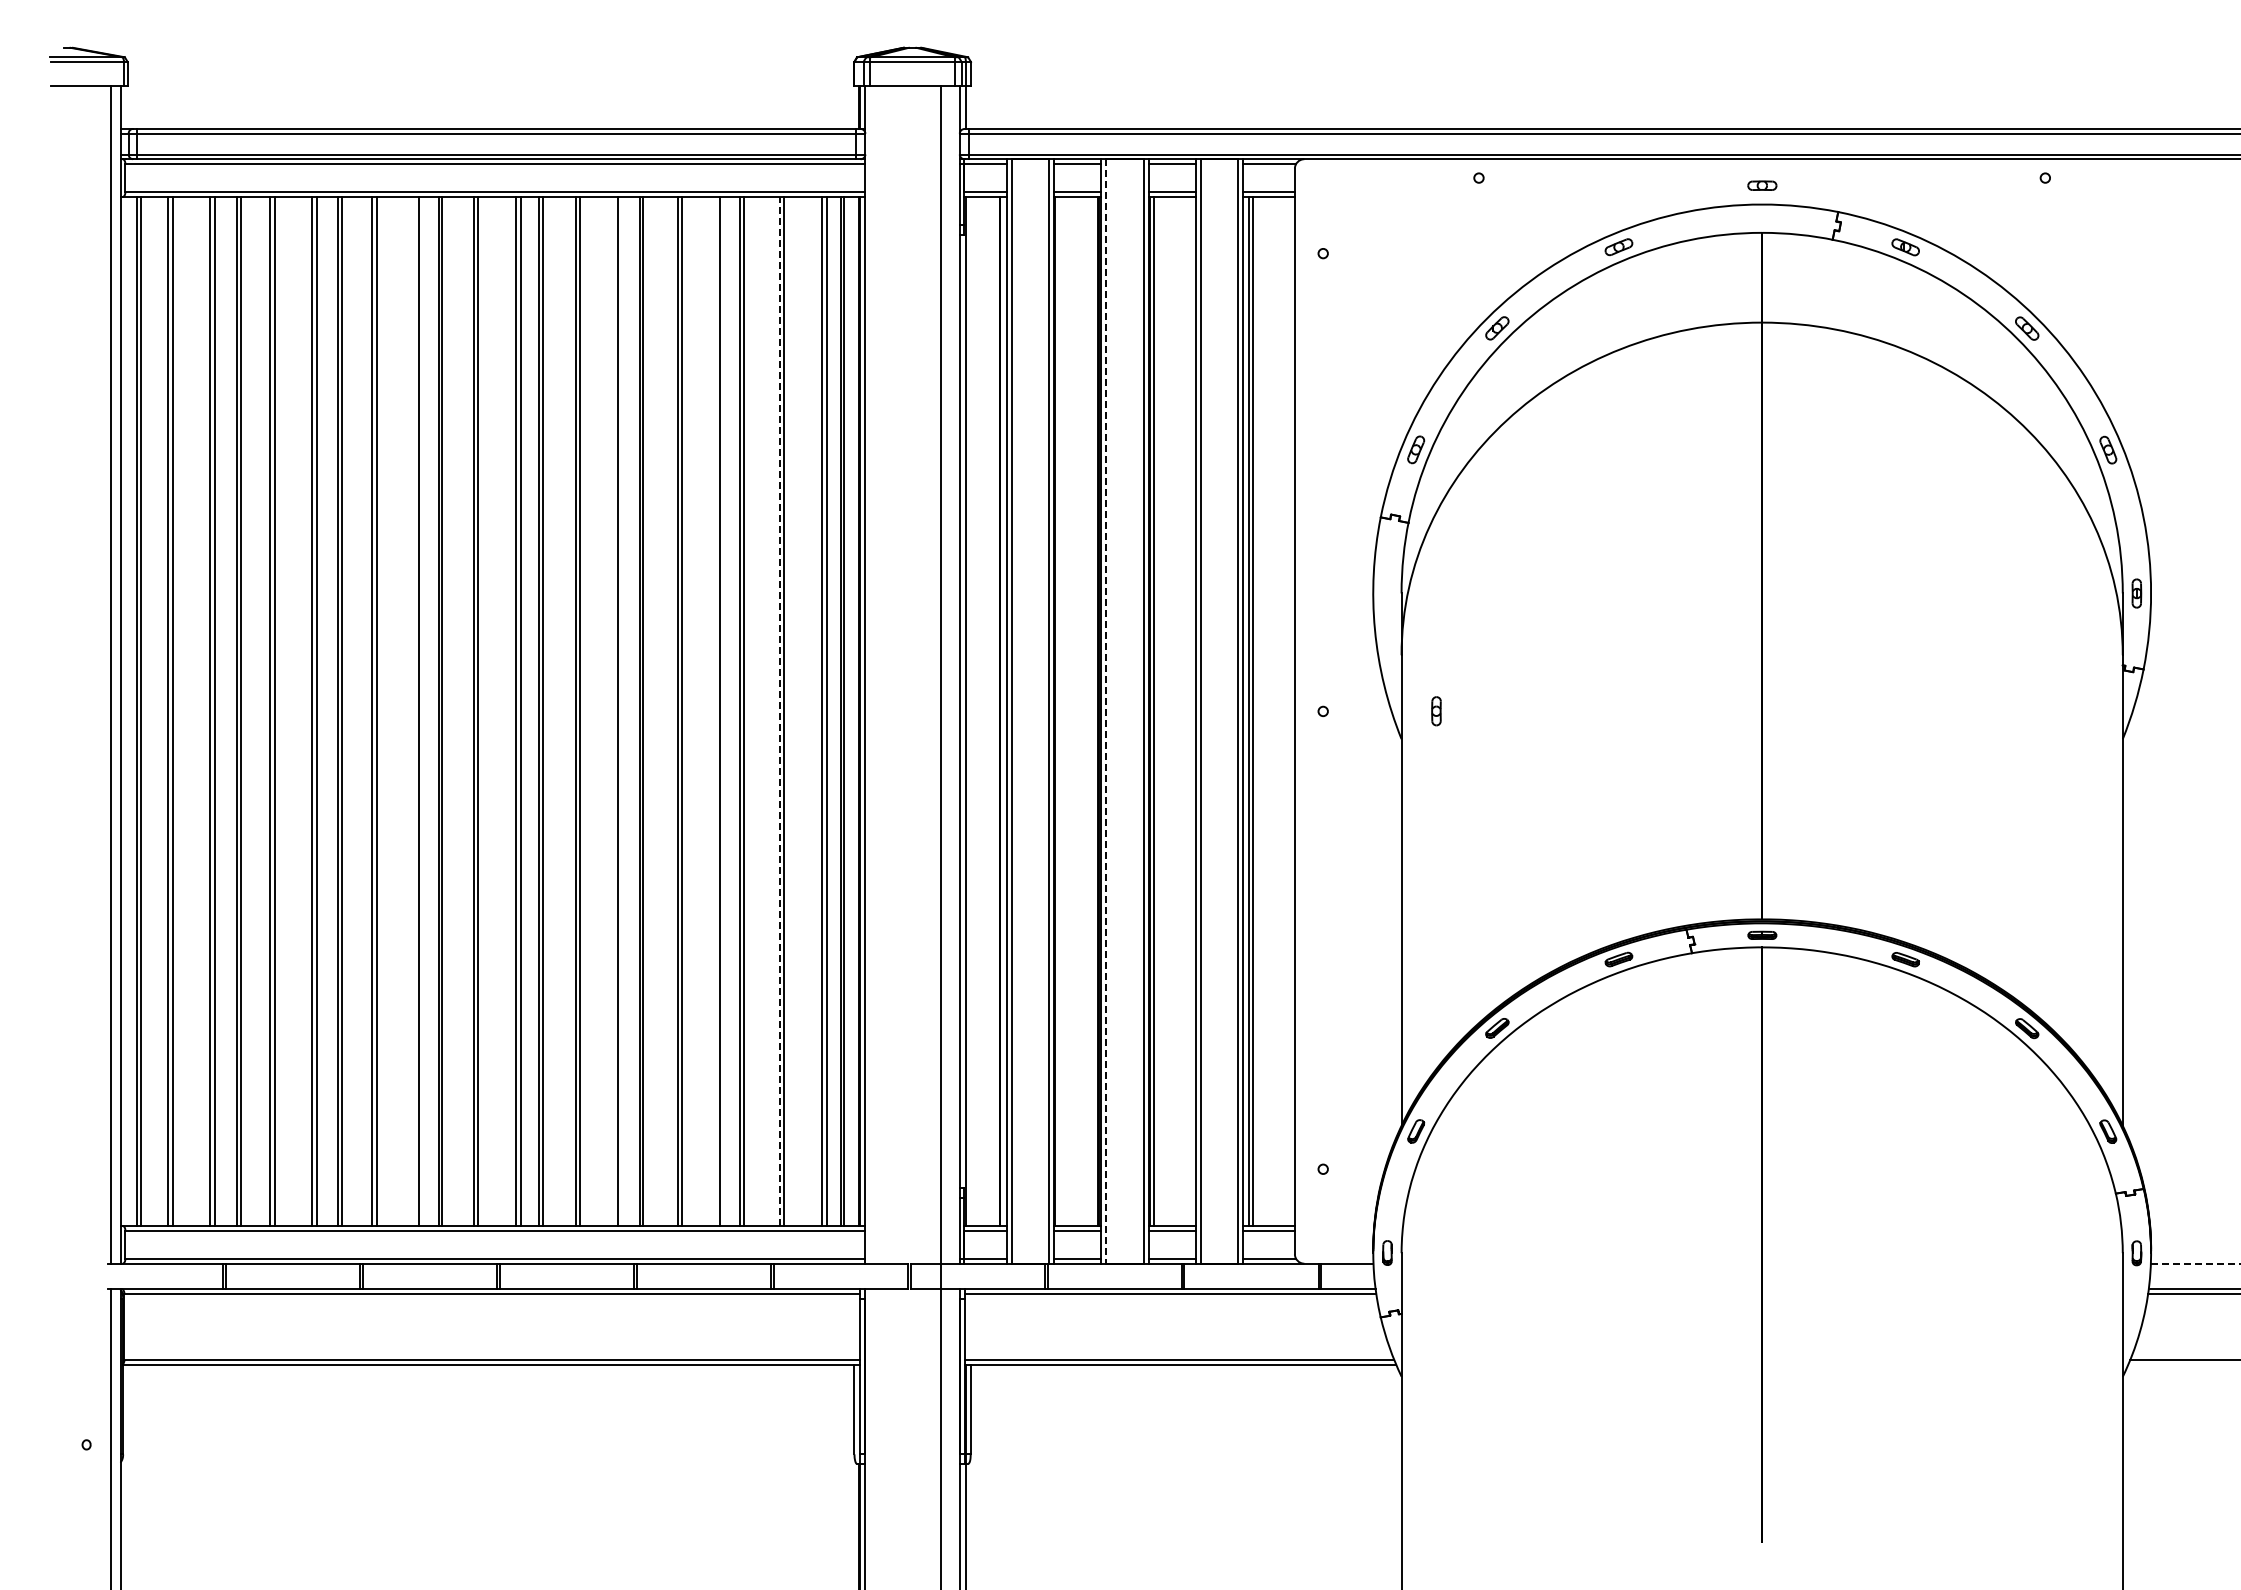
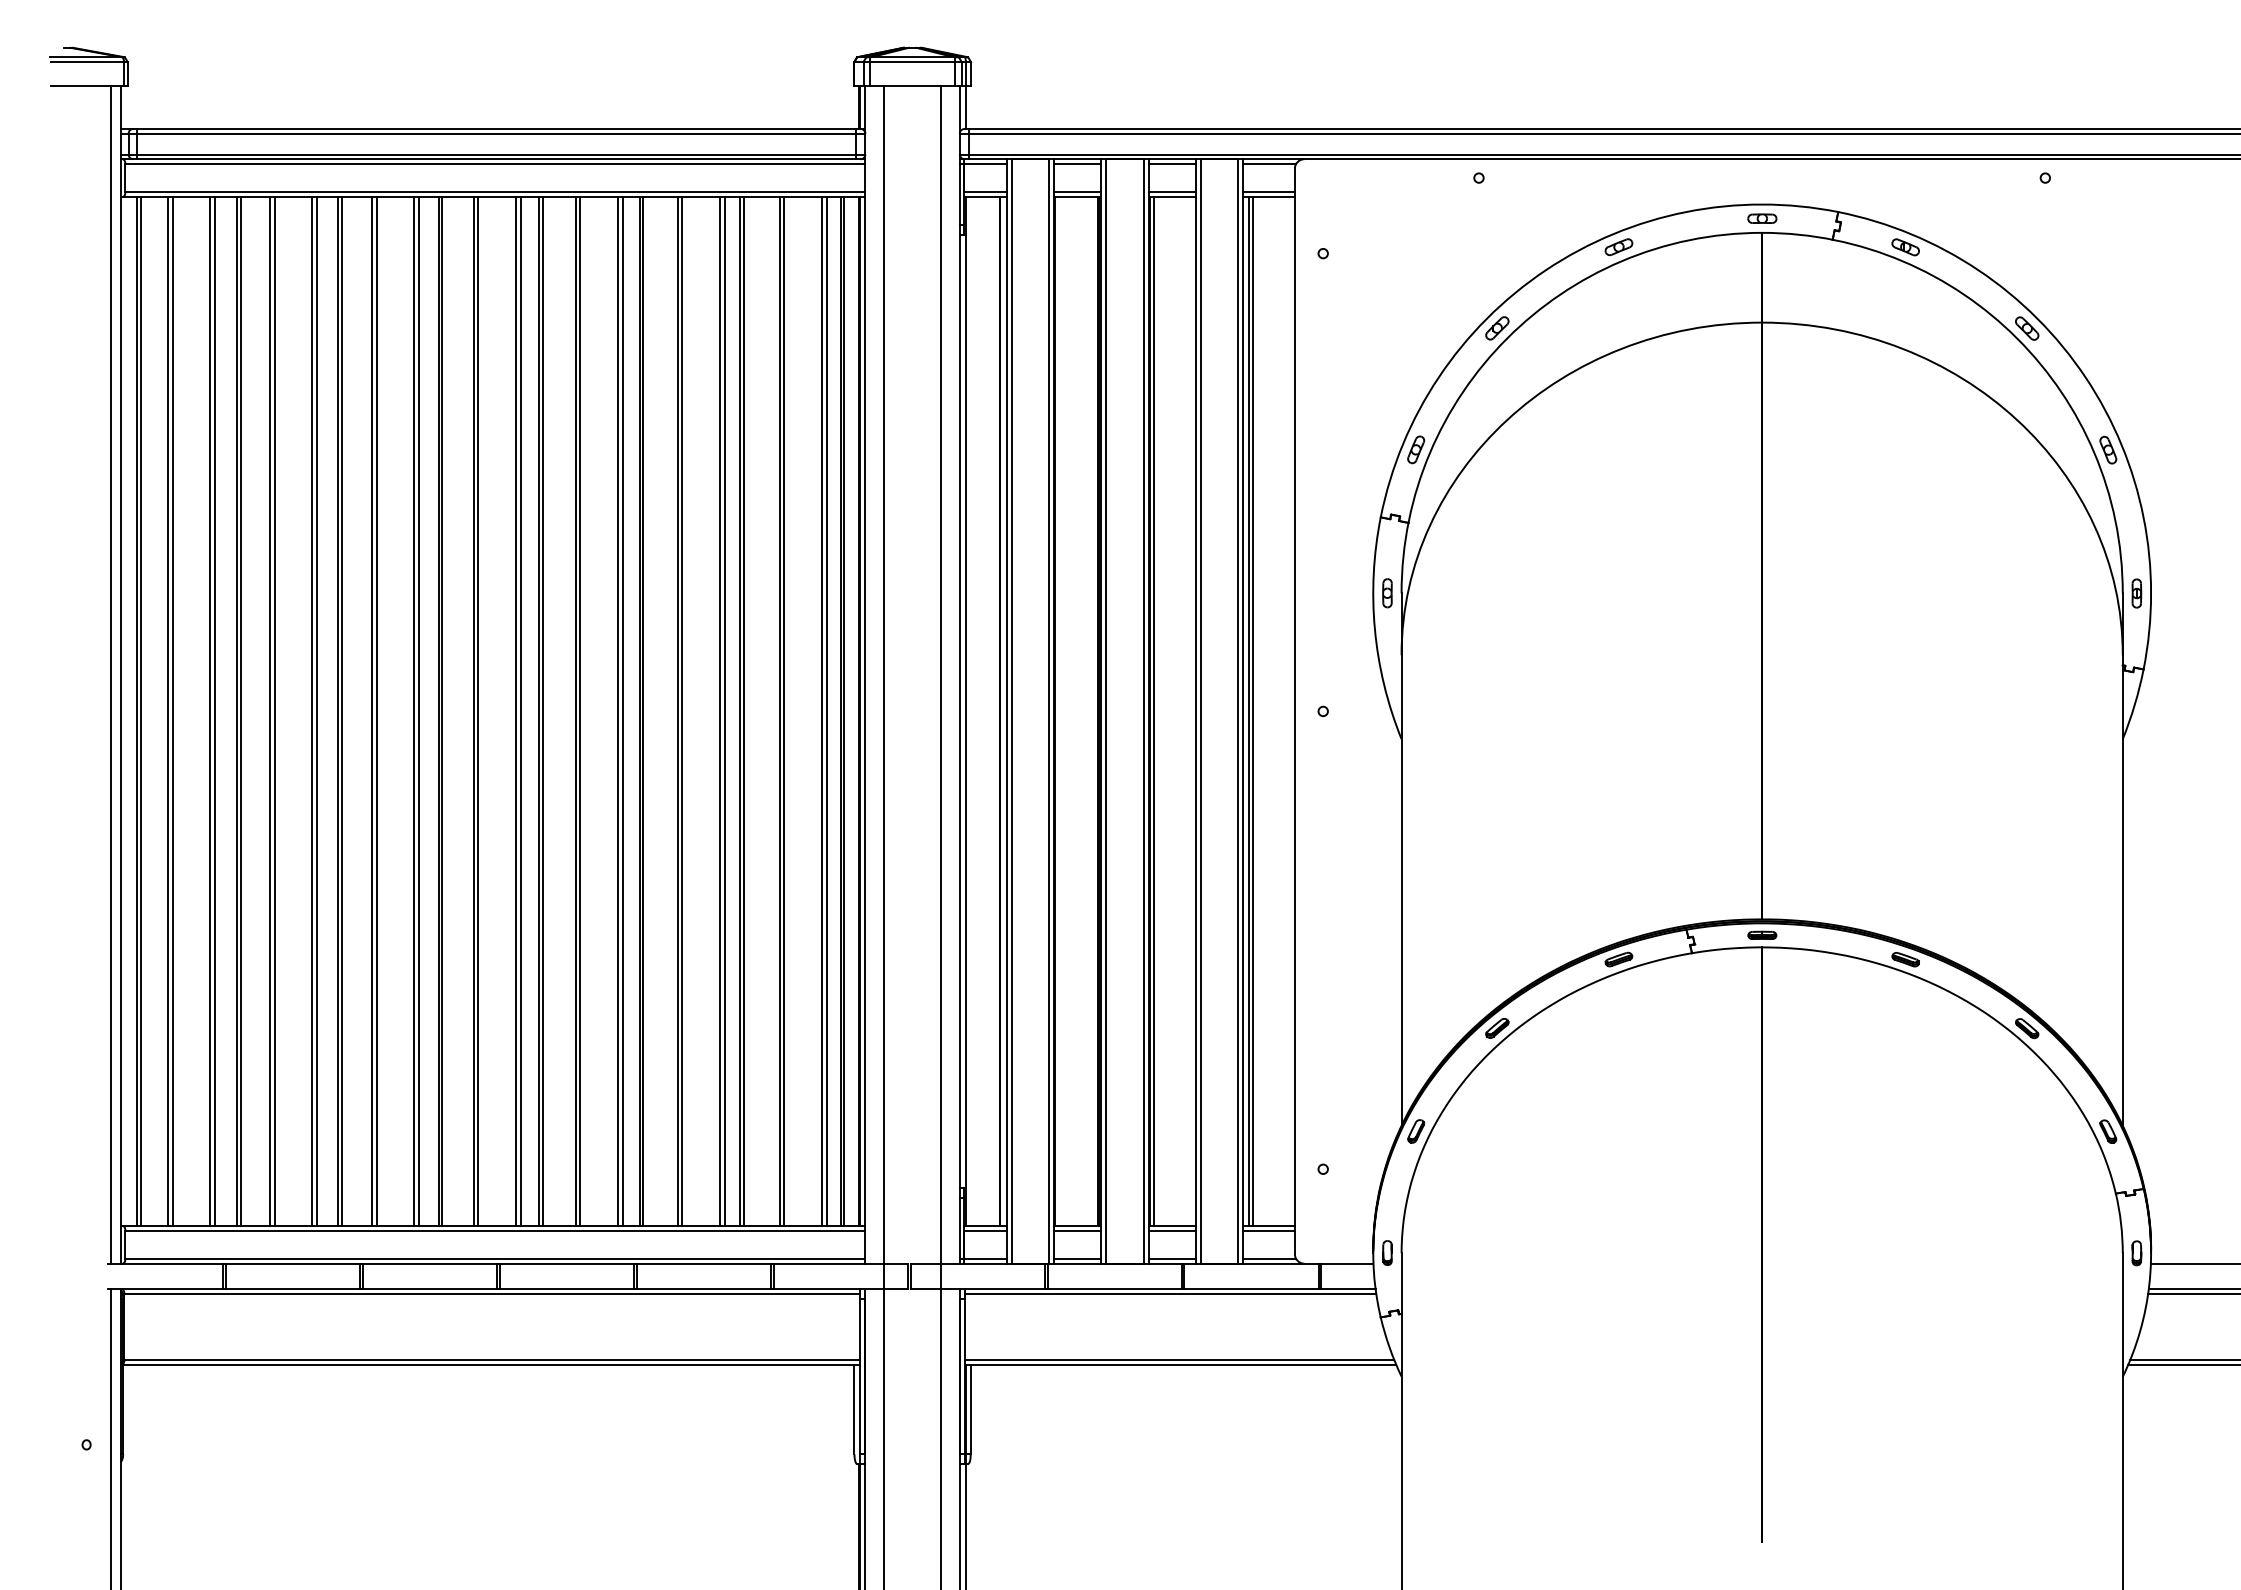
part at (1762, 185) position: (1762, 185) -> (1762, 218)
line at (414, 710): none -> present
line at (622, 710): none -> present
line at (724, 710): none -> present
line at (779, 710): dashed -> solid
line at (1106, 711): dashed -> solid
part at (1436, 711) position: (1436, 711) -> (1387, 593)
line at (884, 835): none -> present
line at (2195, 1263): dashed -> solid
line at (2182, 1364): none -> present
